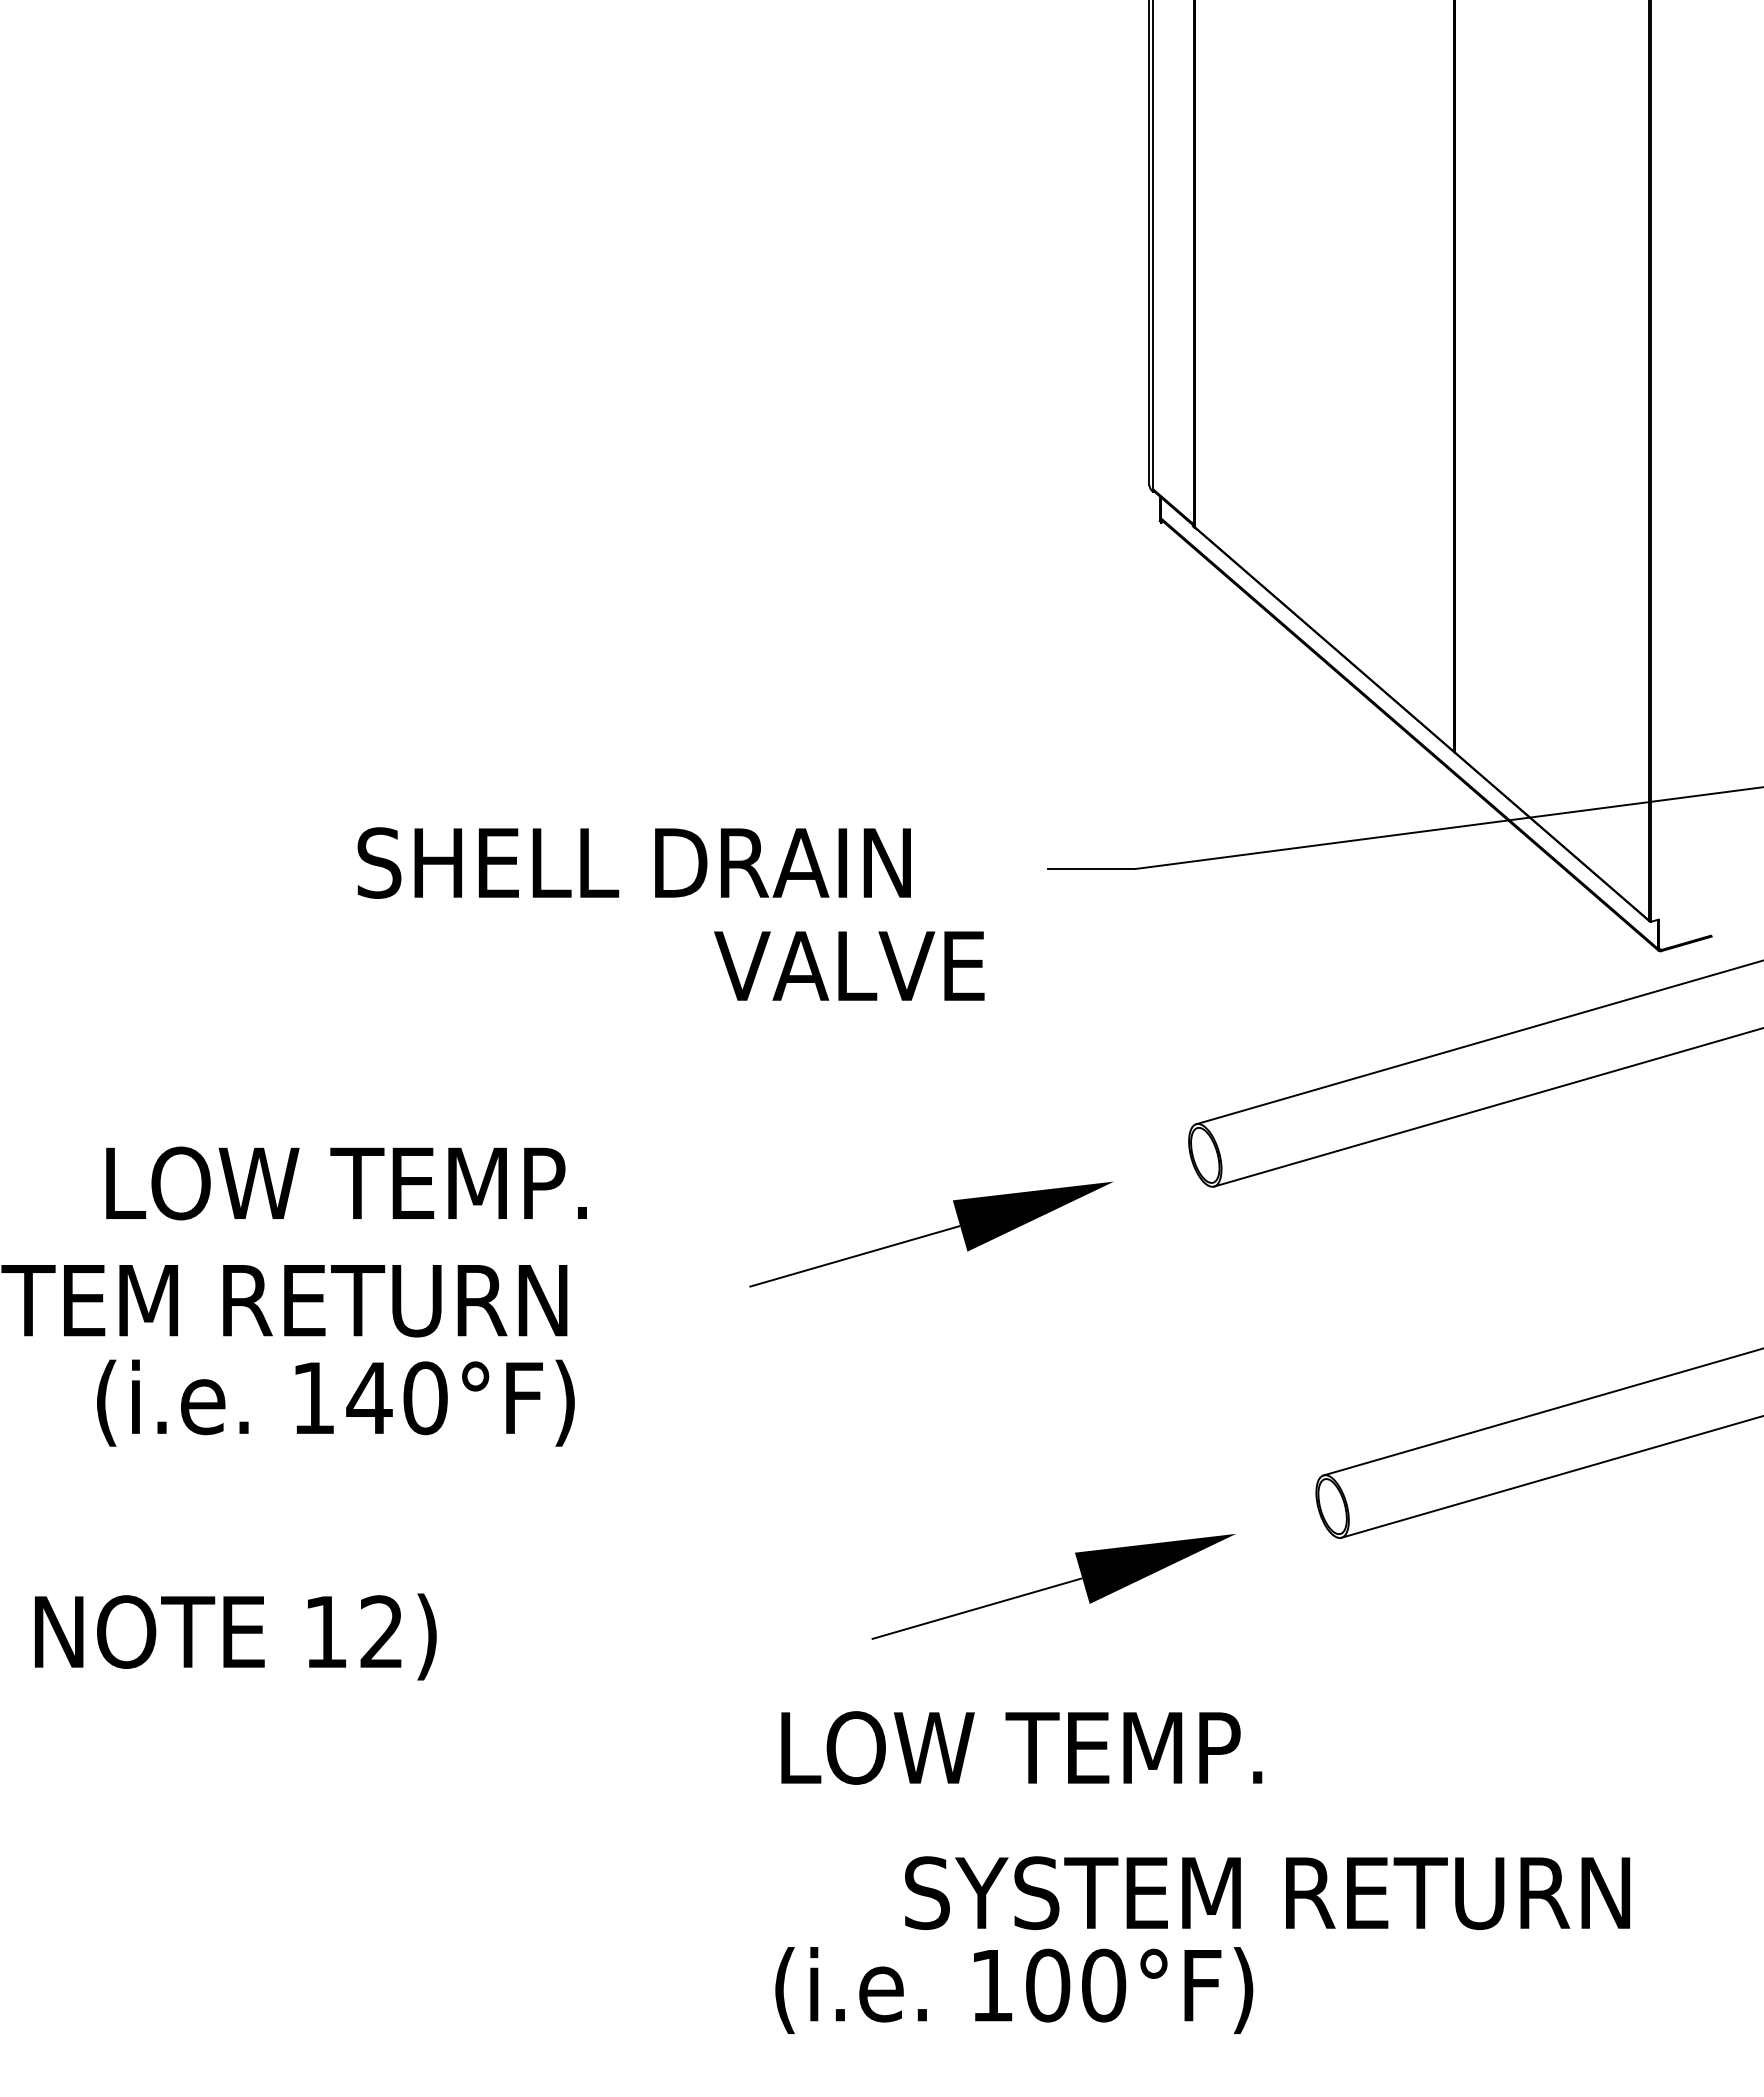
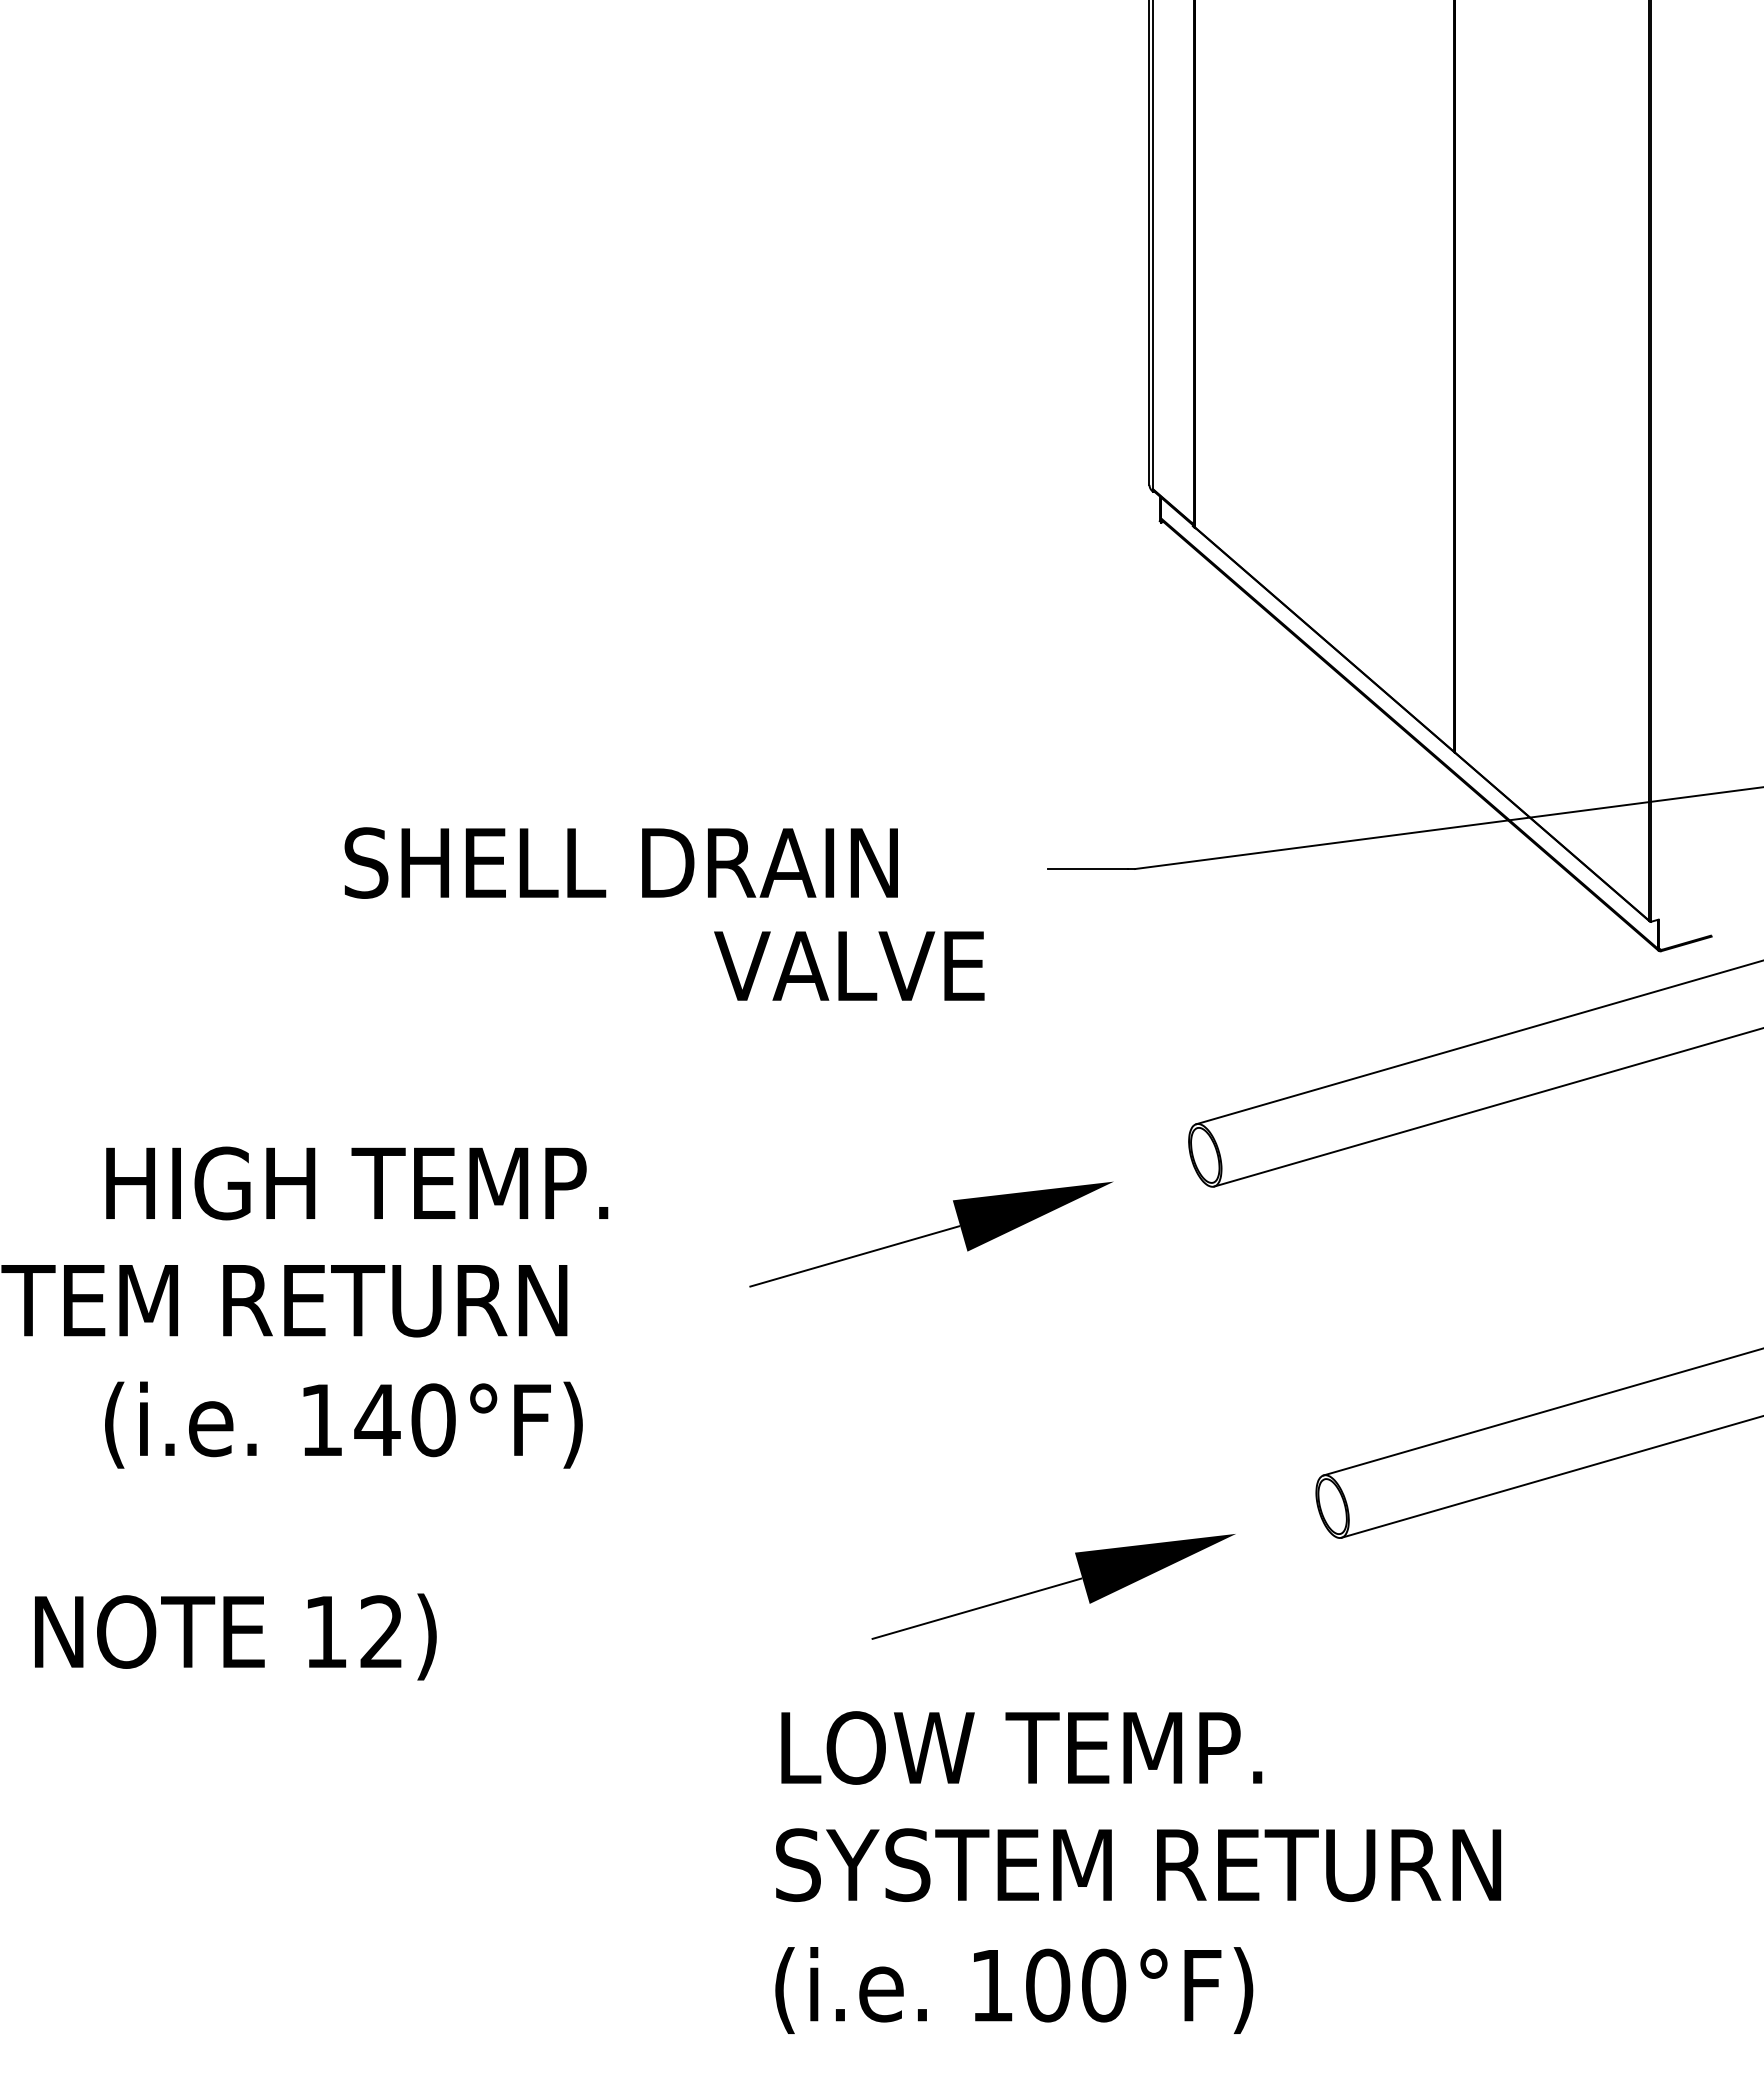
text at (633, 862) position: (633, 862) -> (620, 862)
text at (361, 1183): LOW TEMP. -> HIGH TEMP.
text at (335, 1402) position: (335, 1402) -> (343, 1424)
text at (1267, 1892) position: (1267, 1892) -> (1138, 1864)
